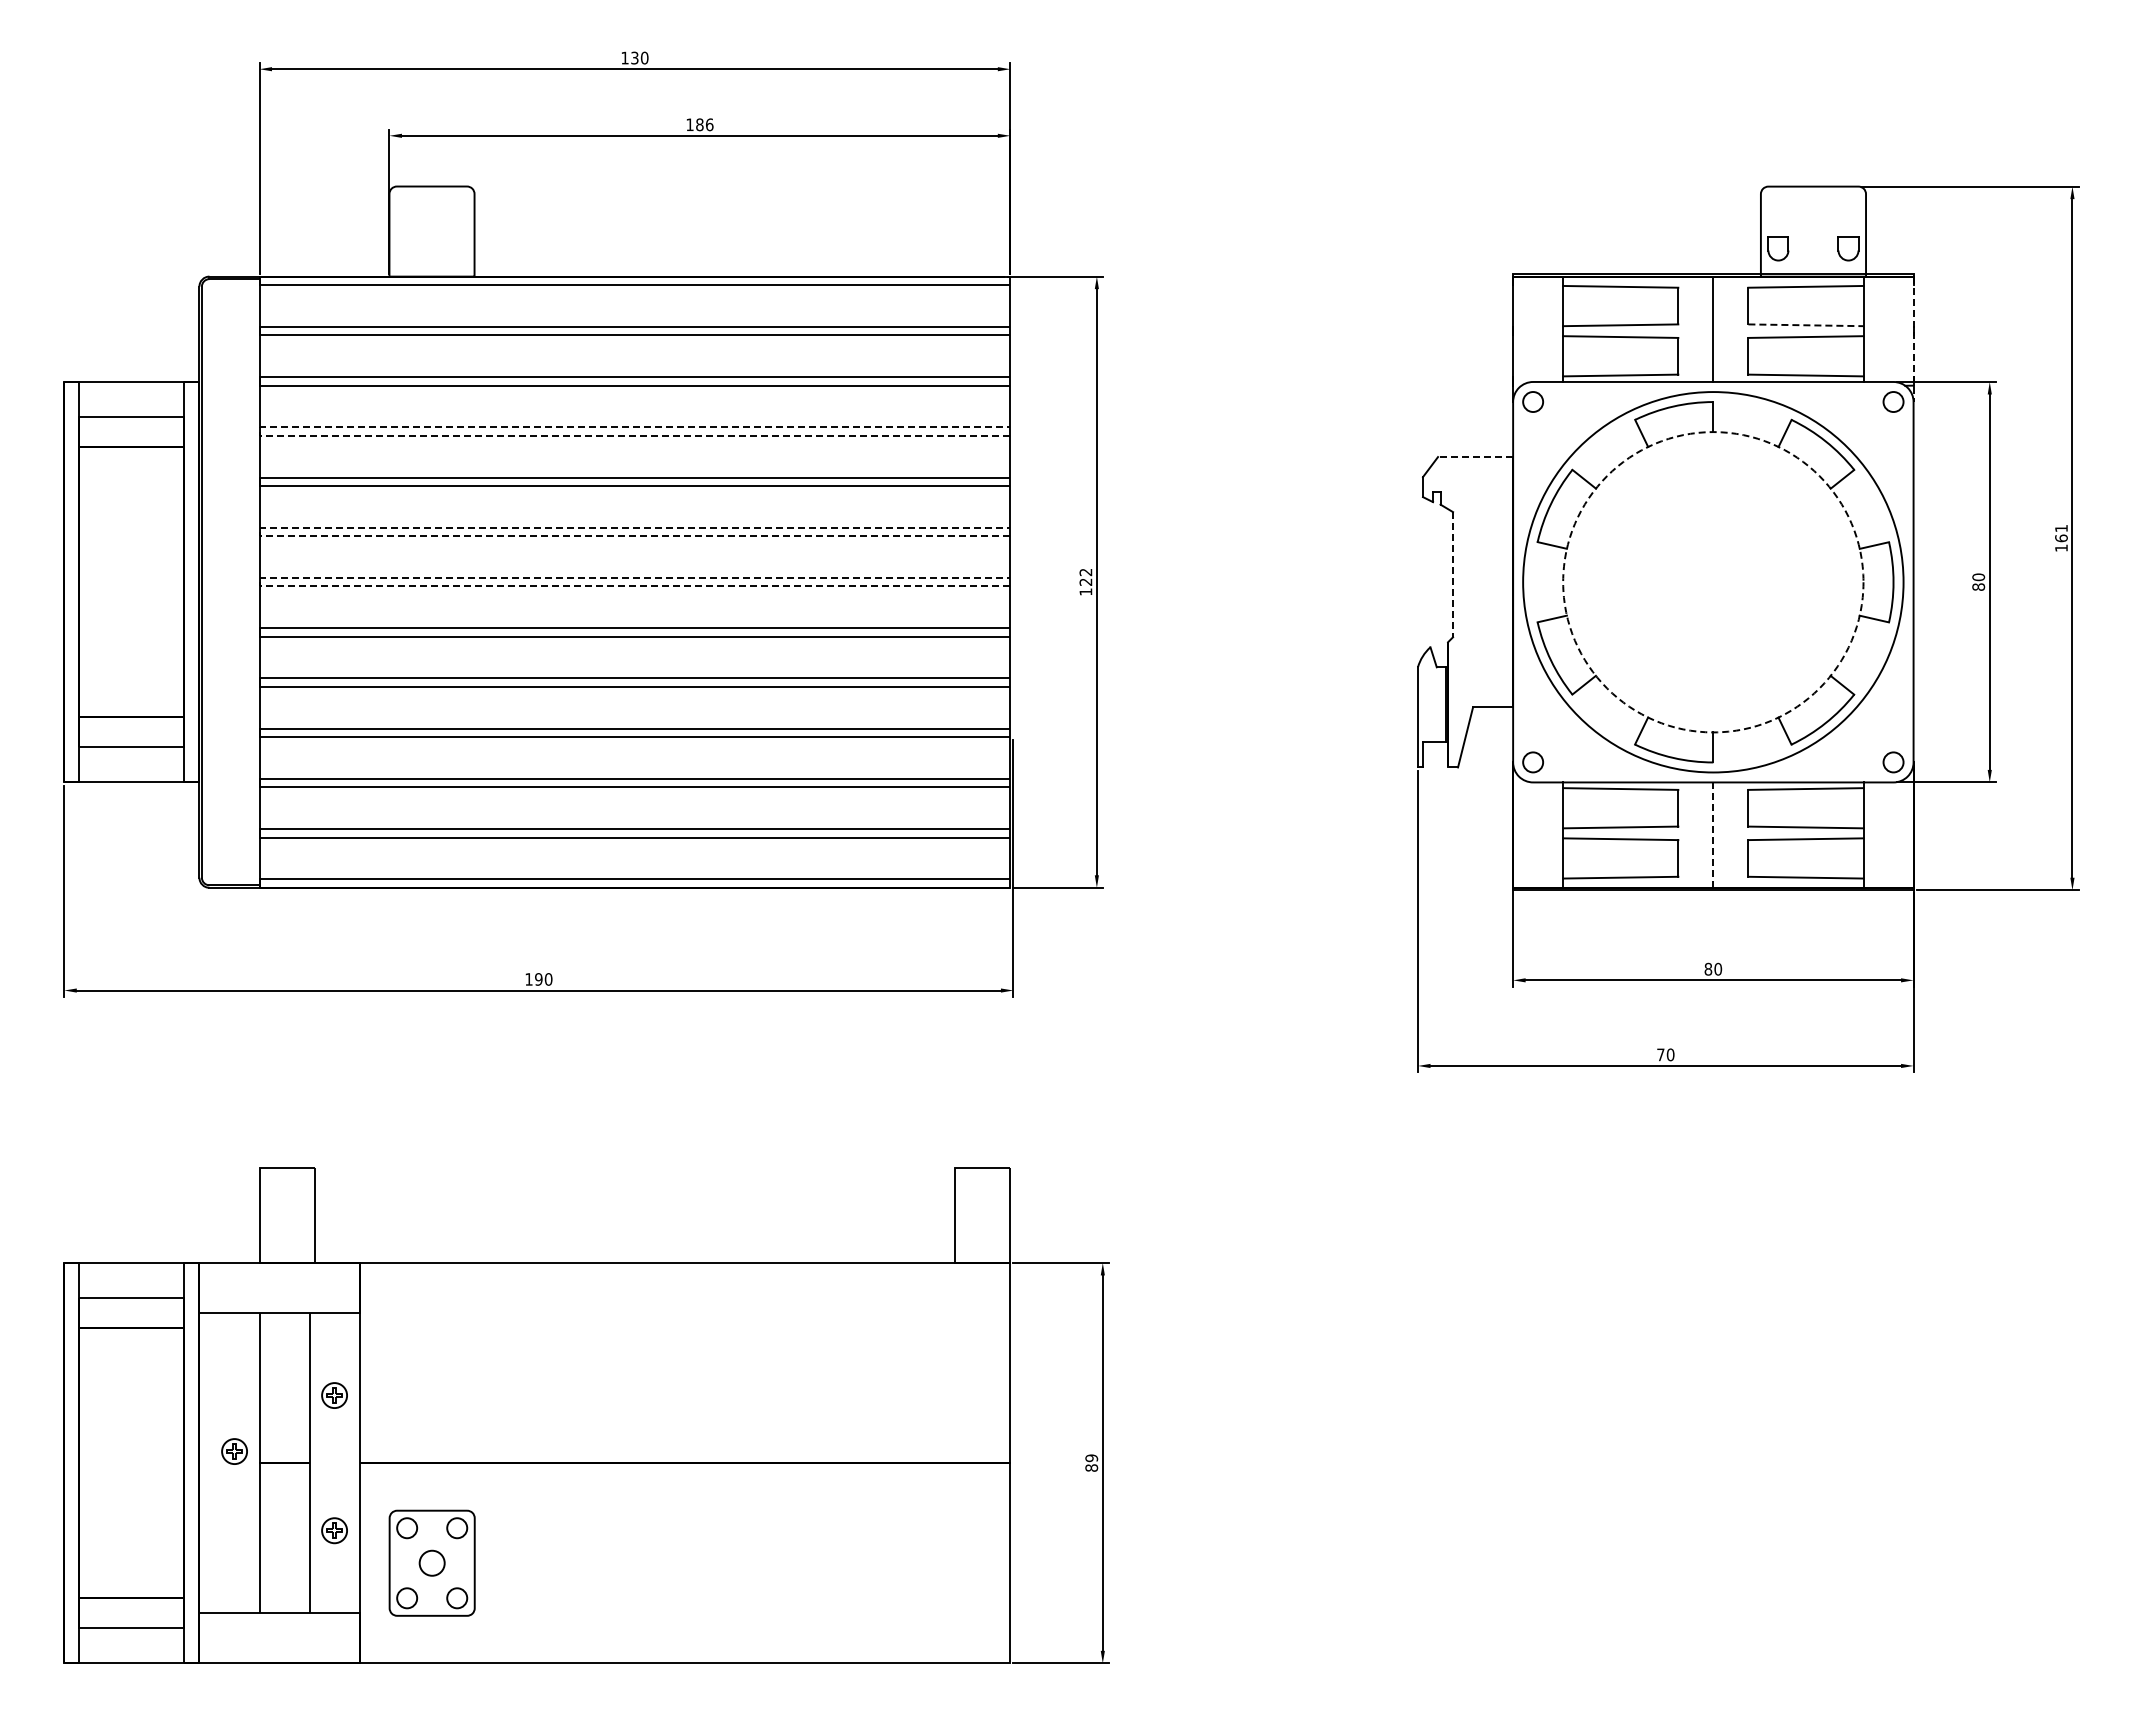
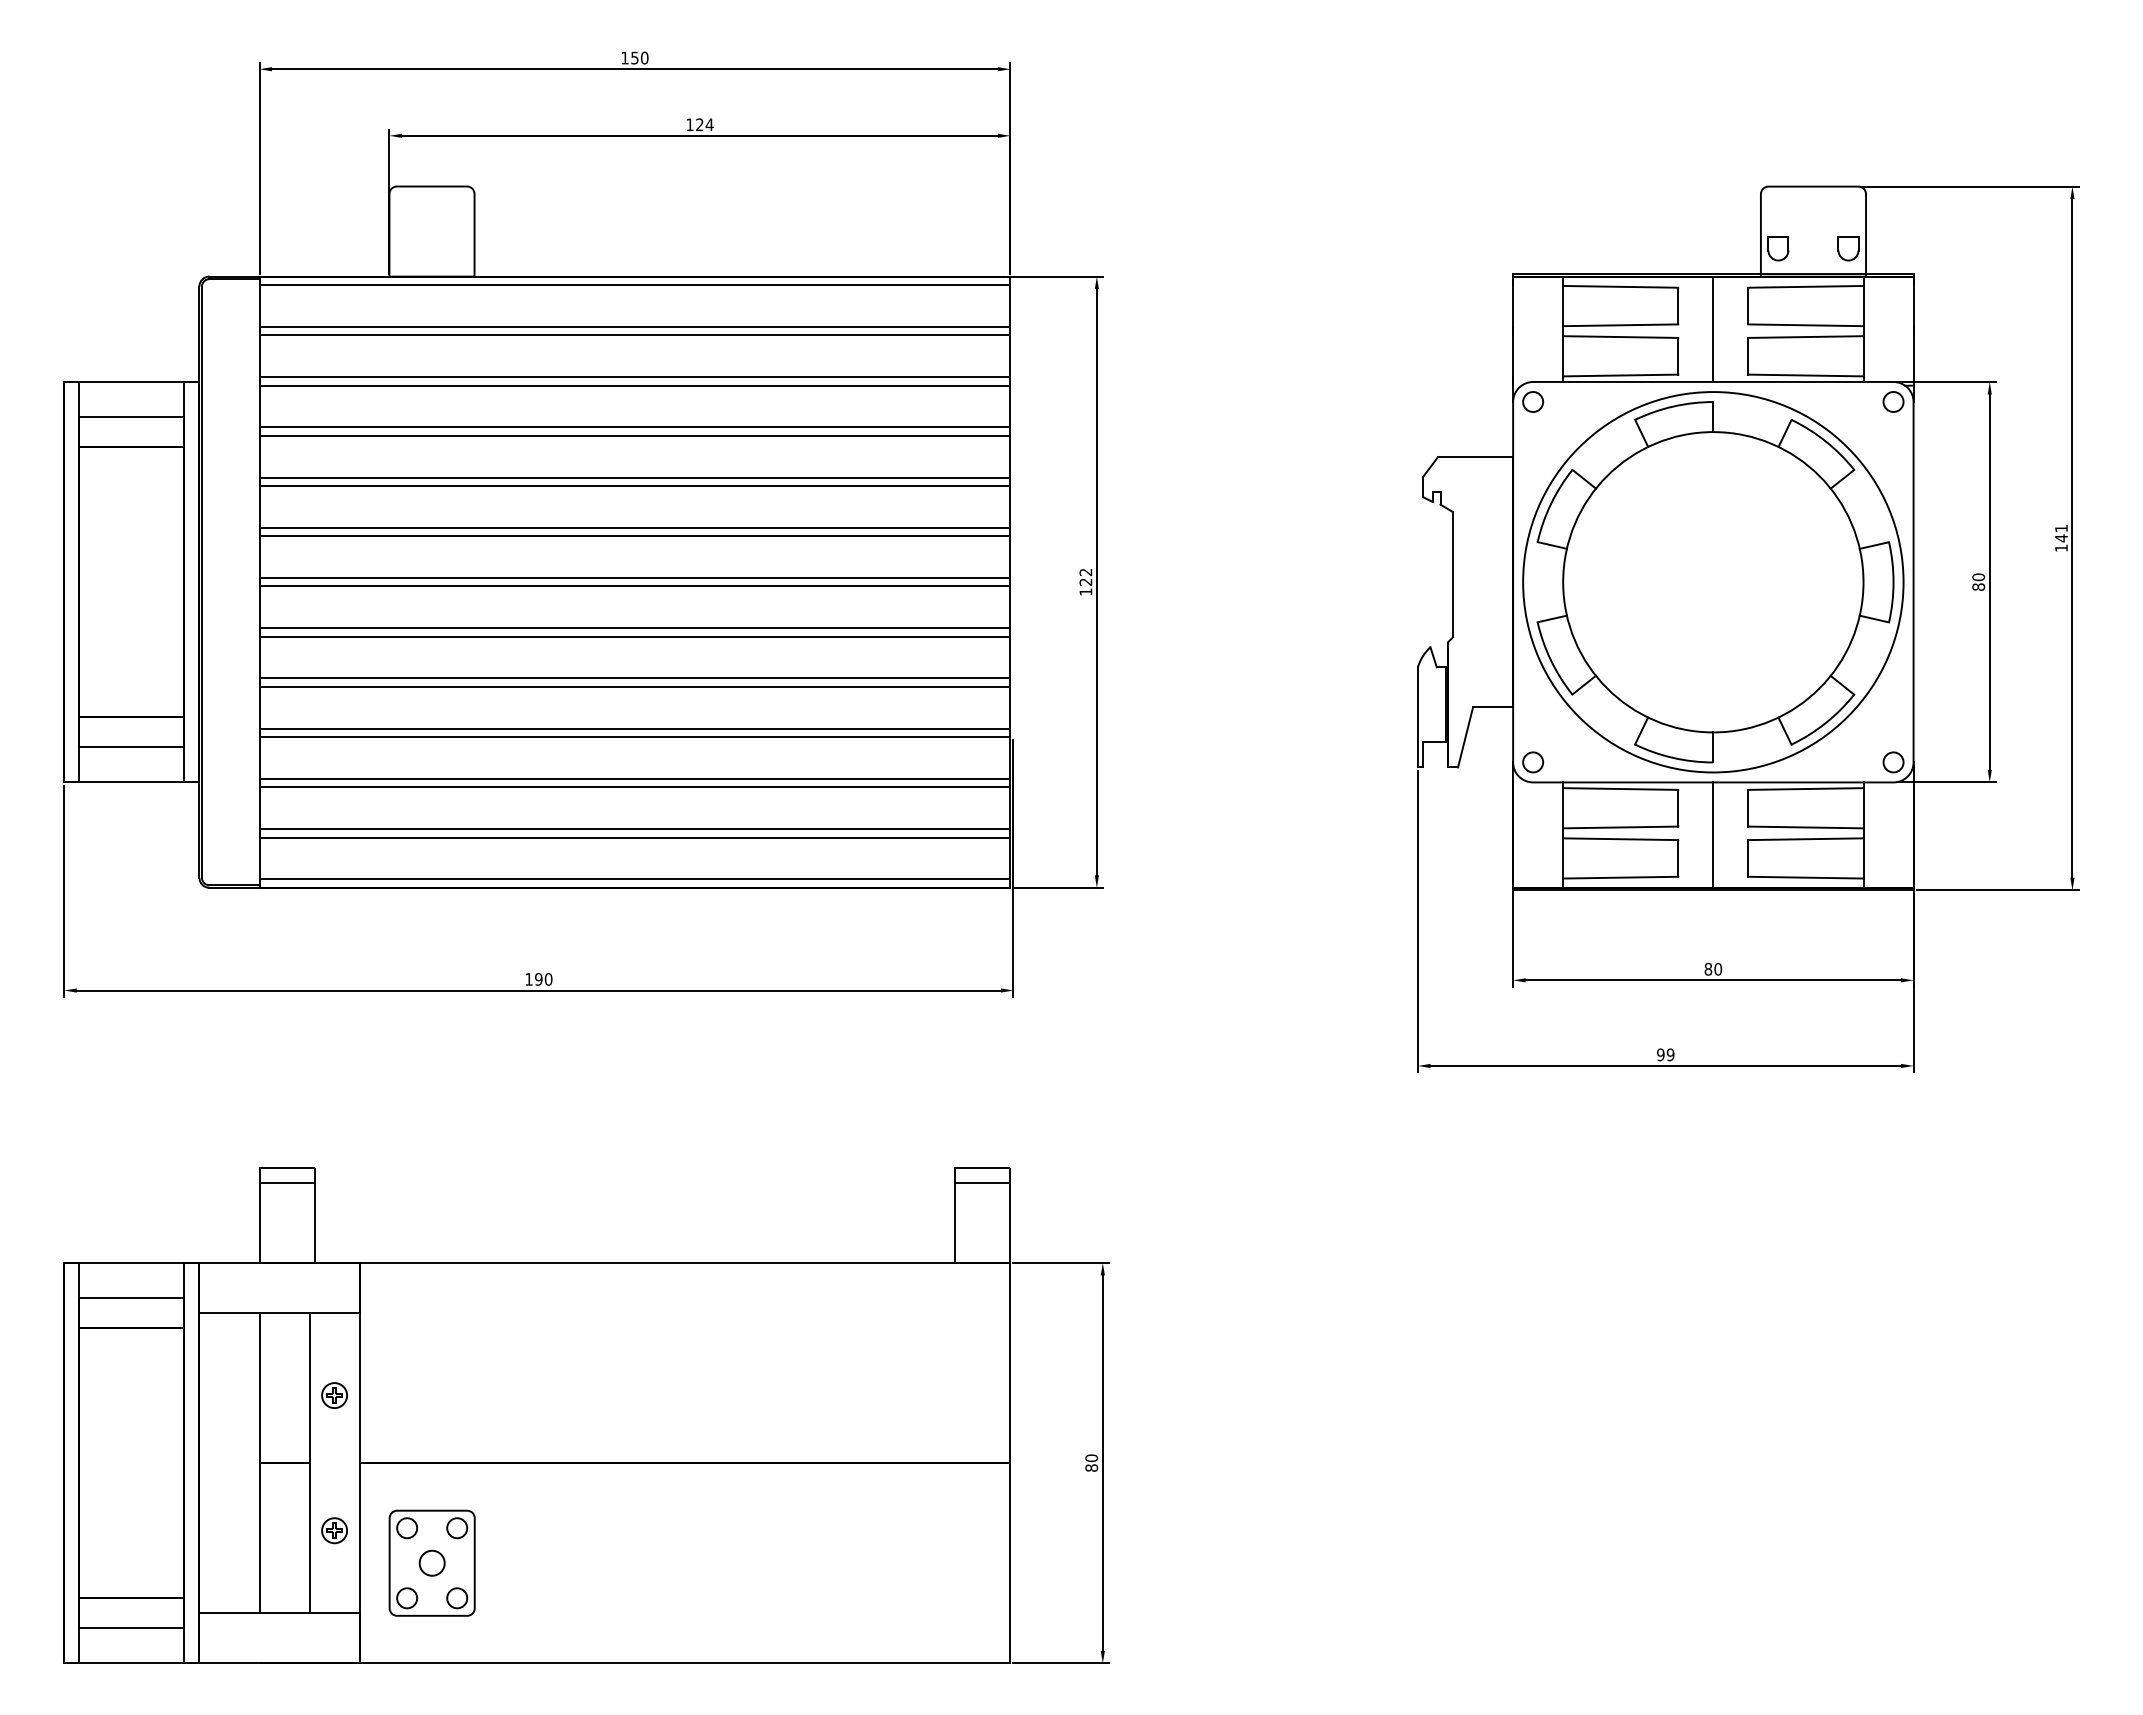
text at (634, 57): 130 -> 150
text at (704, 124): 186 -> 124
line at (1805, 325): dashed -> solid
line at (1913, 339): dashed -> solid
line at (259, 431): dashed -> solid
line at (1475, 457): dashed -> solid
line at (259, 531): dashed -> solid
text at (2061, 538): 161 -> 141
line at (1453, 574): dashed -> solid
line at (259, 581): dashed -> solid
circle at (1713, 582): dashed -> solid
line at (1713, 835): dashed -> solid
text at (1665, 1054): 70 -> 99
line at (286, 1182): none -> present
line at (982, 1182): none -> present
part at (234, 1451): present -> none
text at (1091, 1458): 89 -> 80
